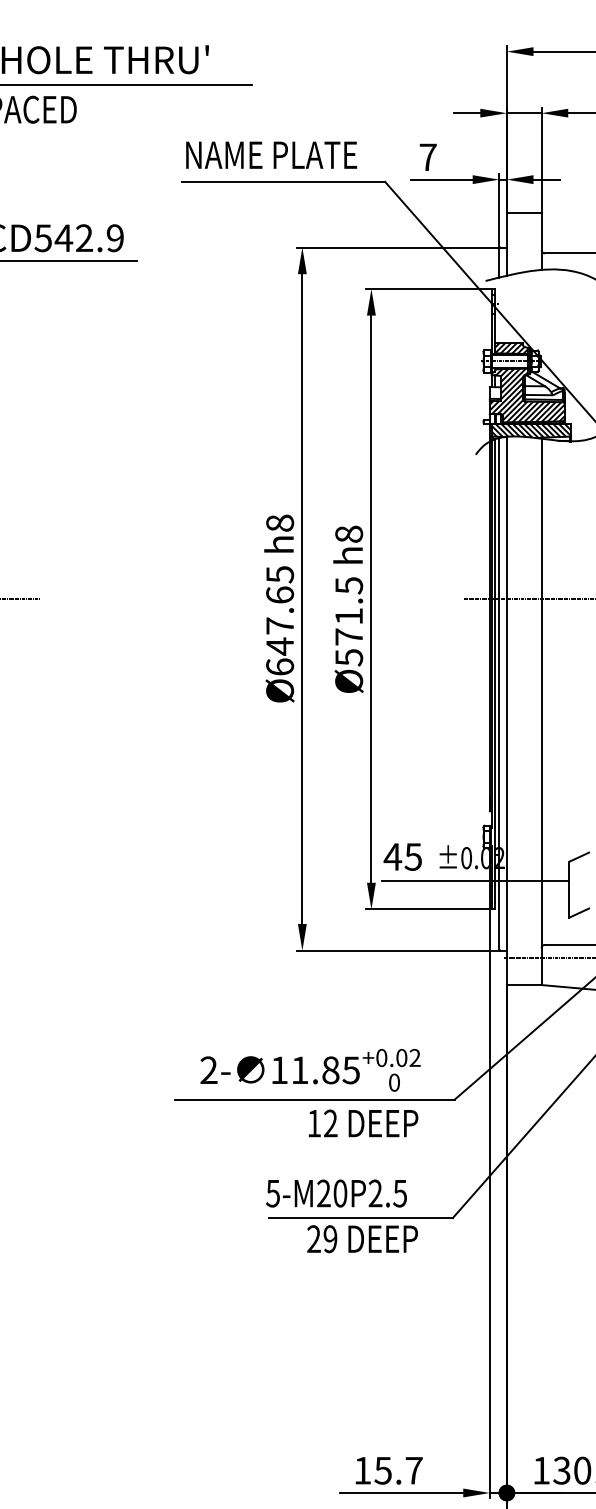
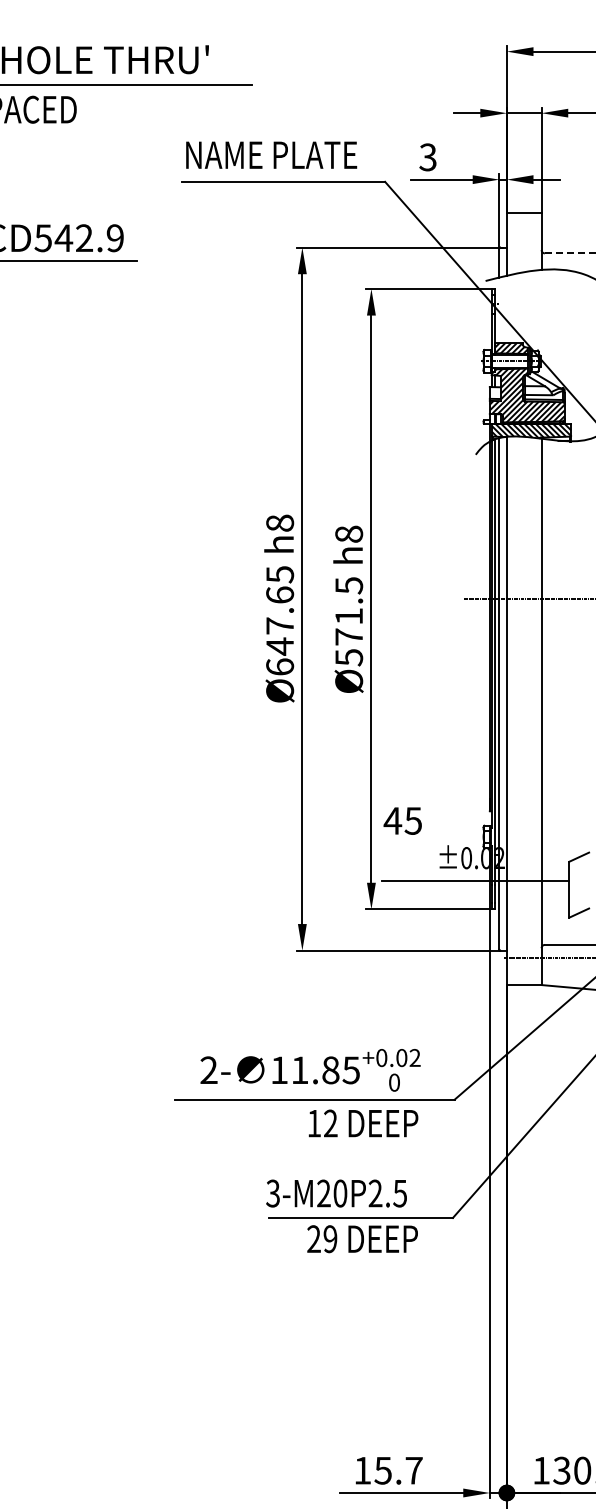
text at (427, 157): 7 -> 3
line at (570, 253): solid -> dashed
line at (21, 599): present -> none
text at (402, 856) position: (402, 856) -> (402, 820)
text at (272, 1192): 5-M20P2.5 -> 3-M20P2.5
